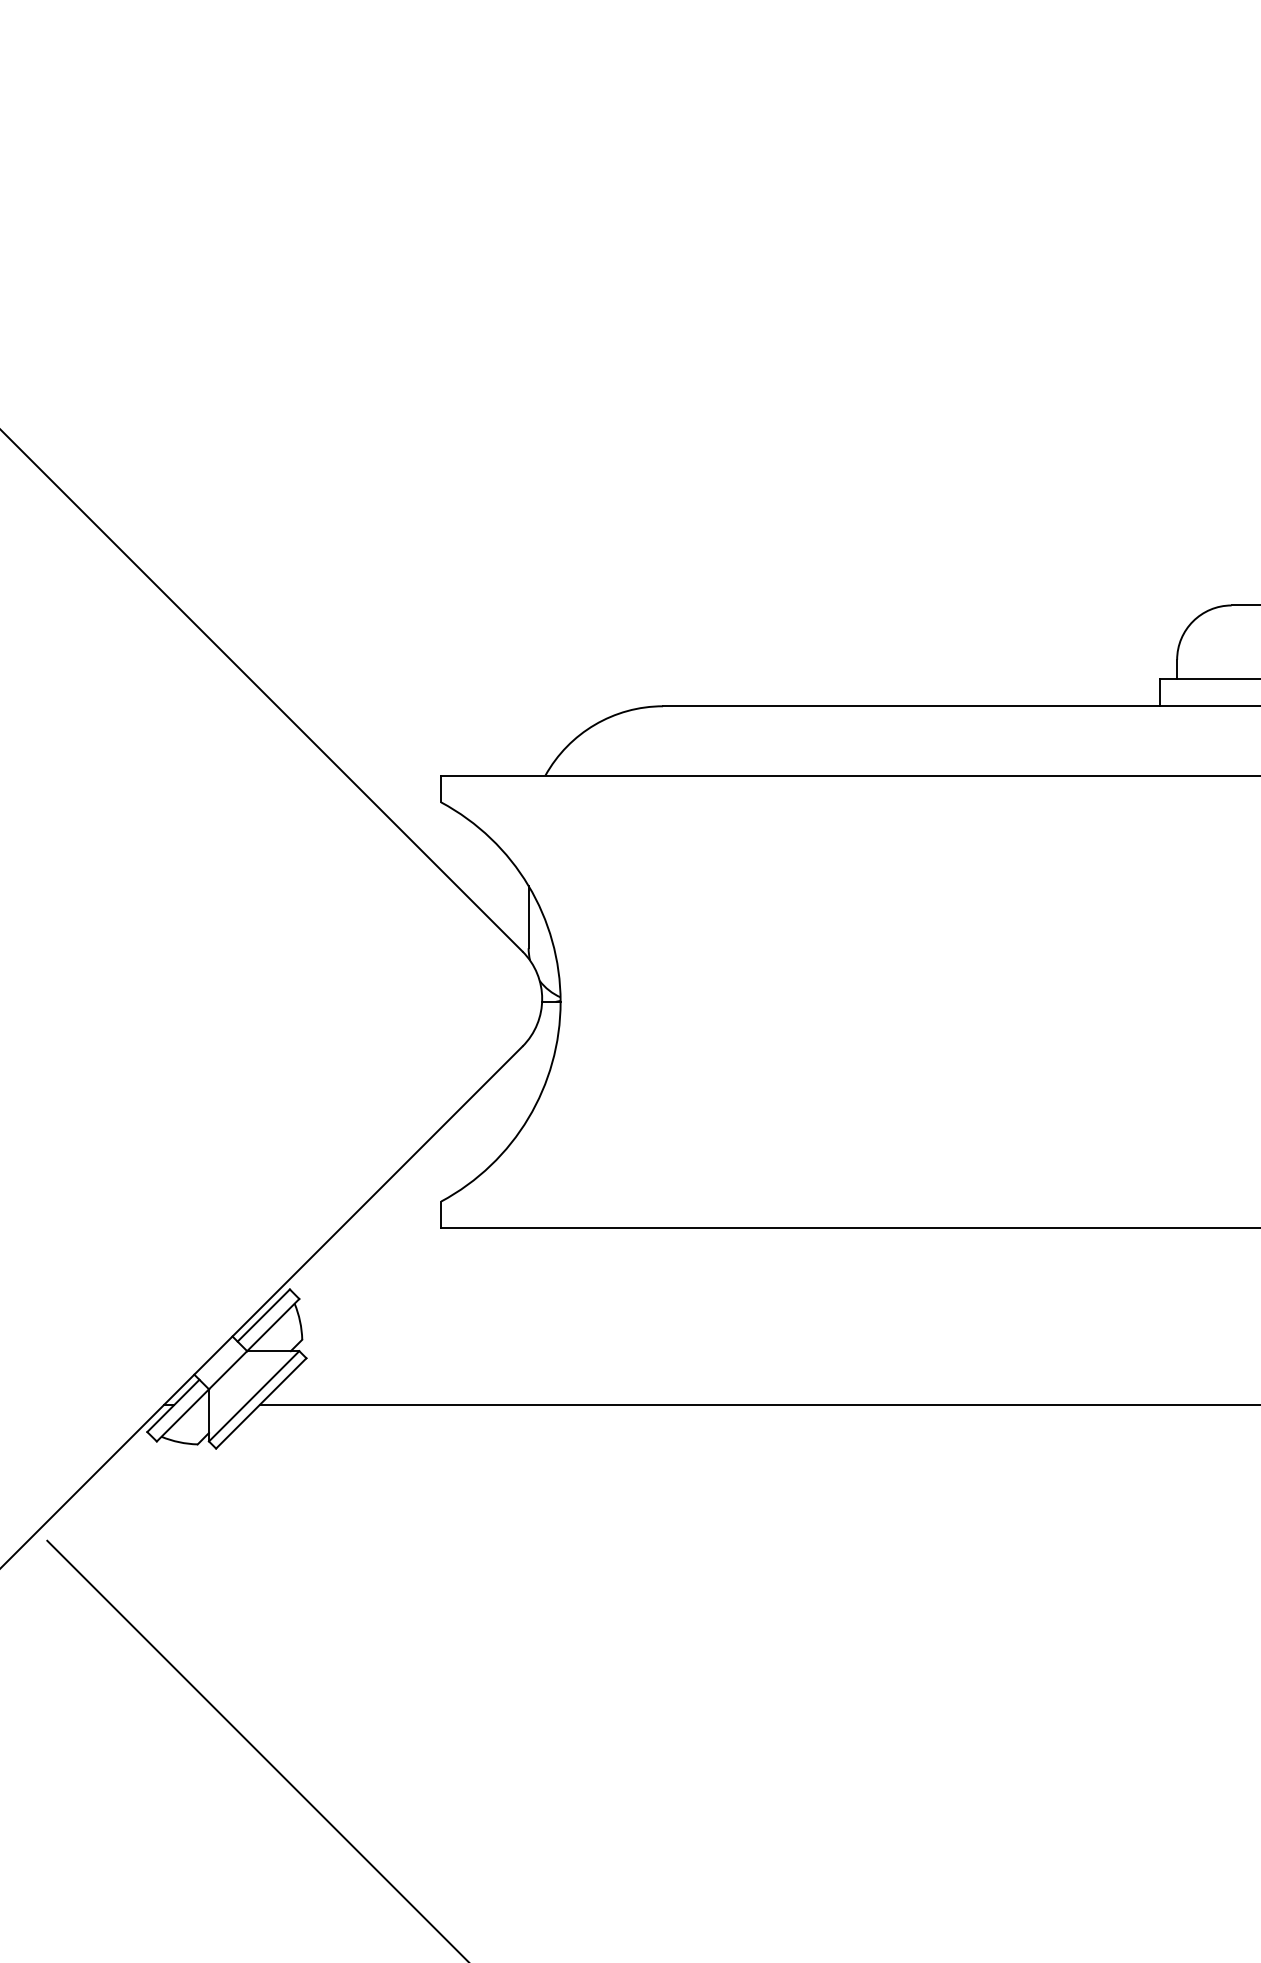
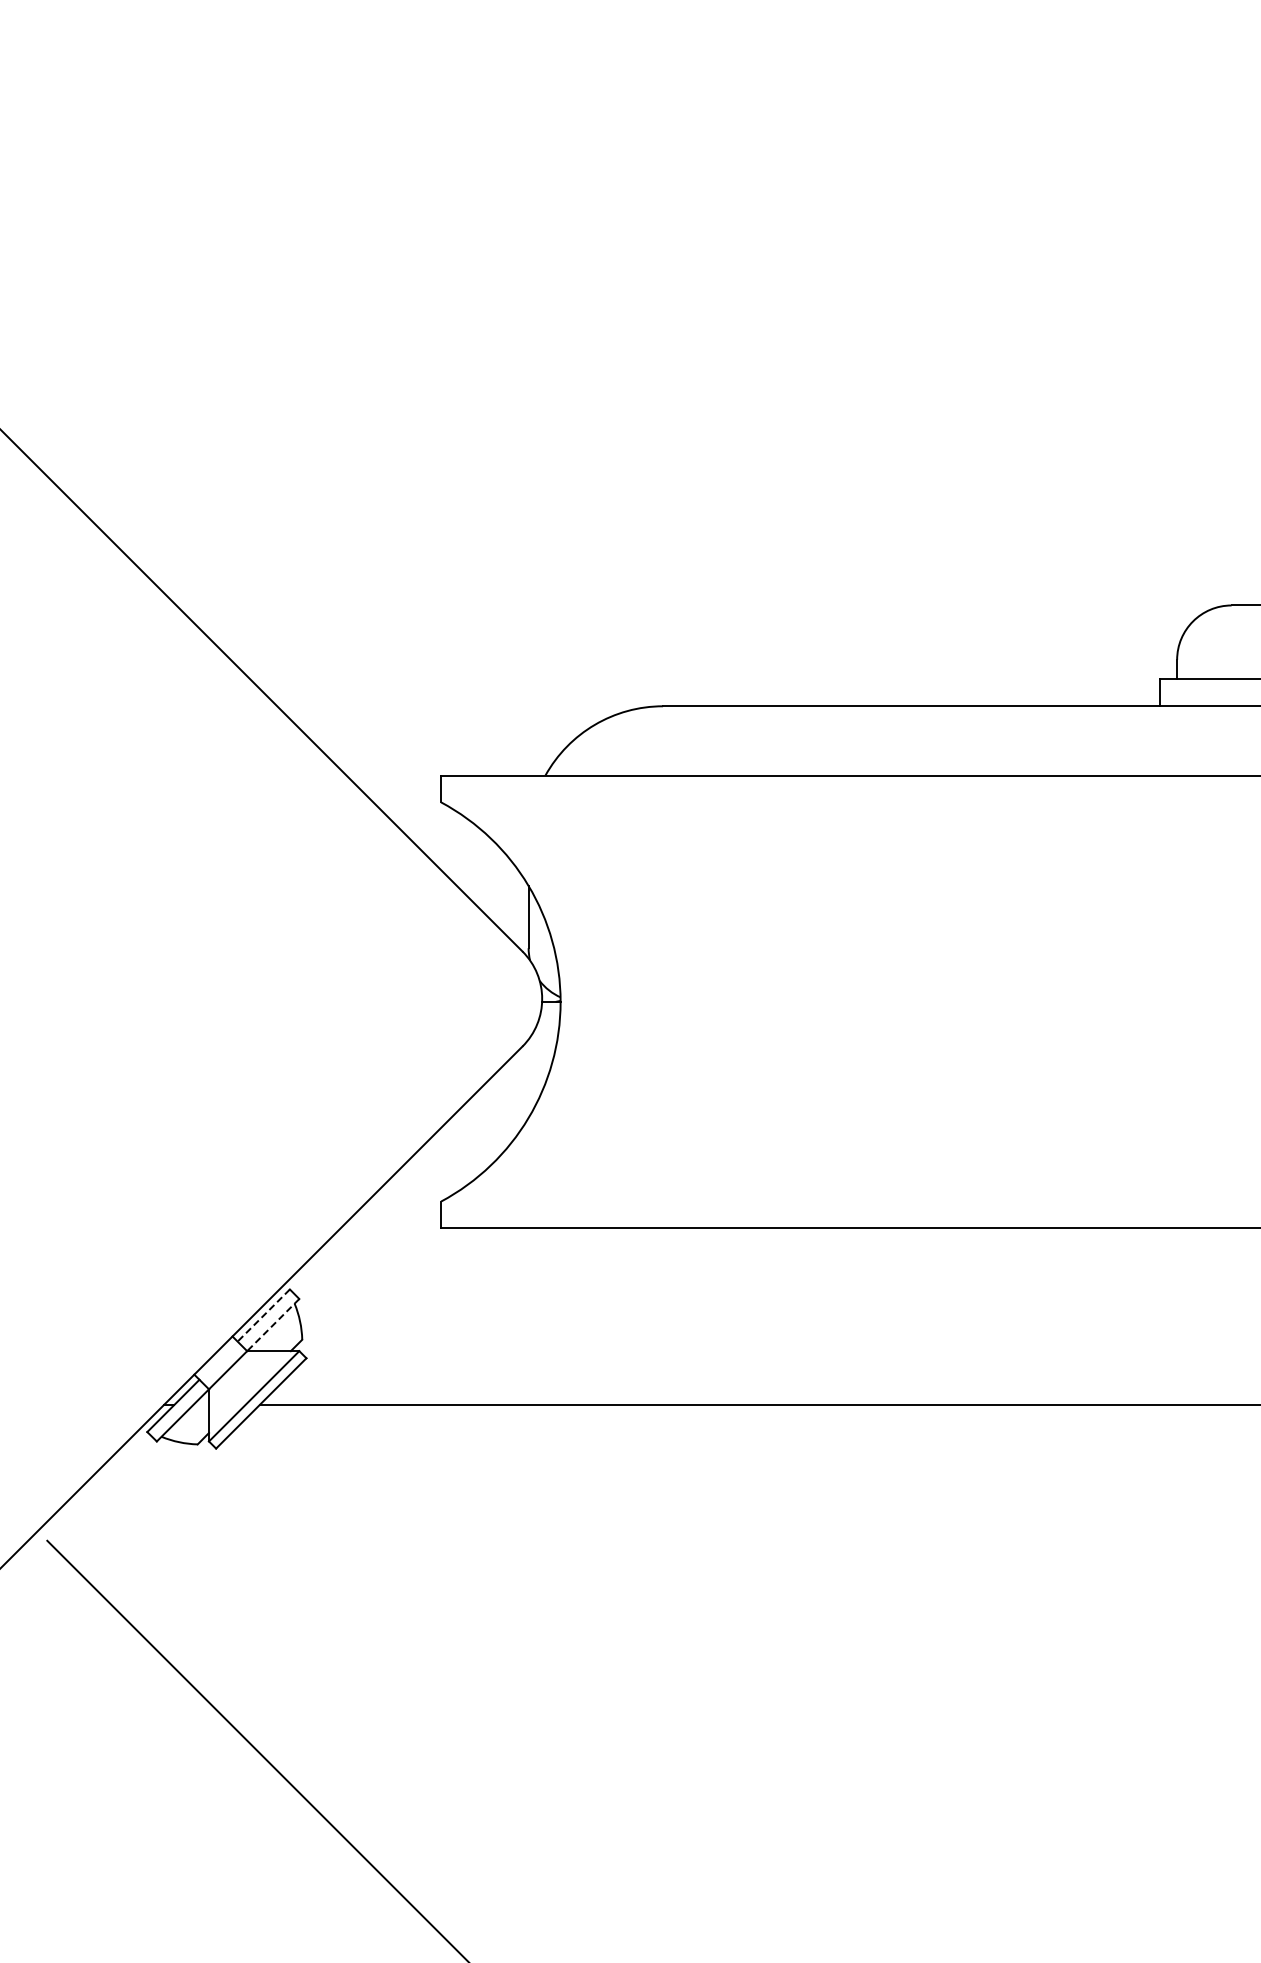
line at (263, 1315): solid -> dashed
line at (273, 1325): solid -> dashed
